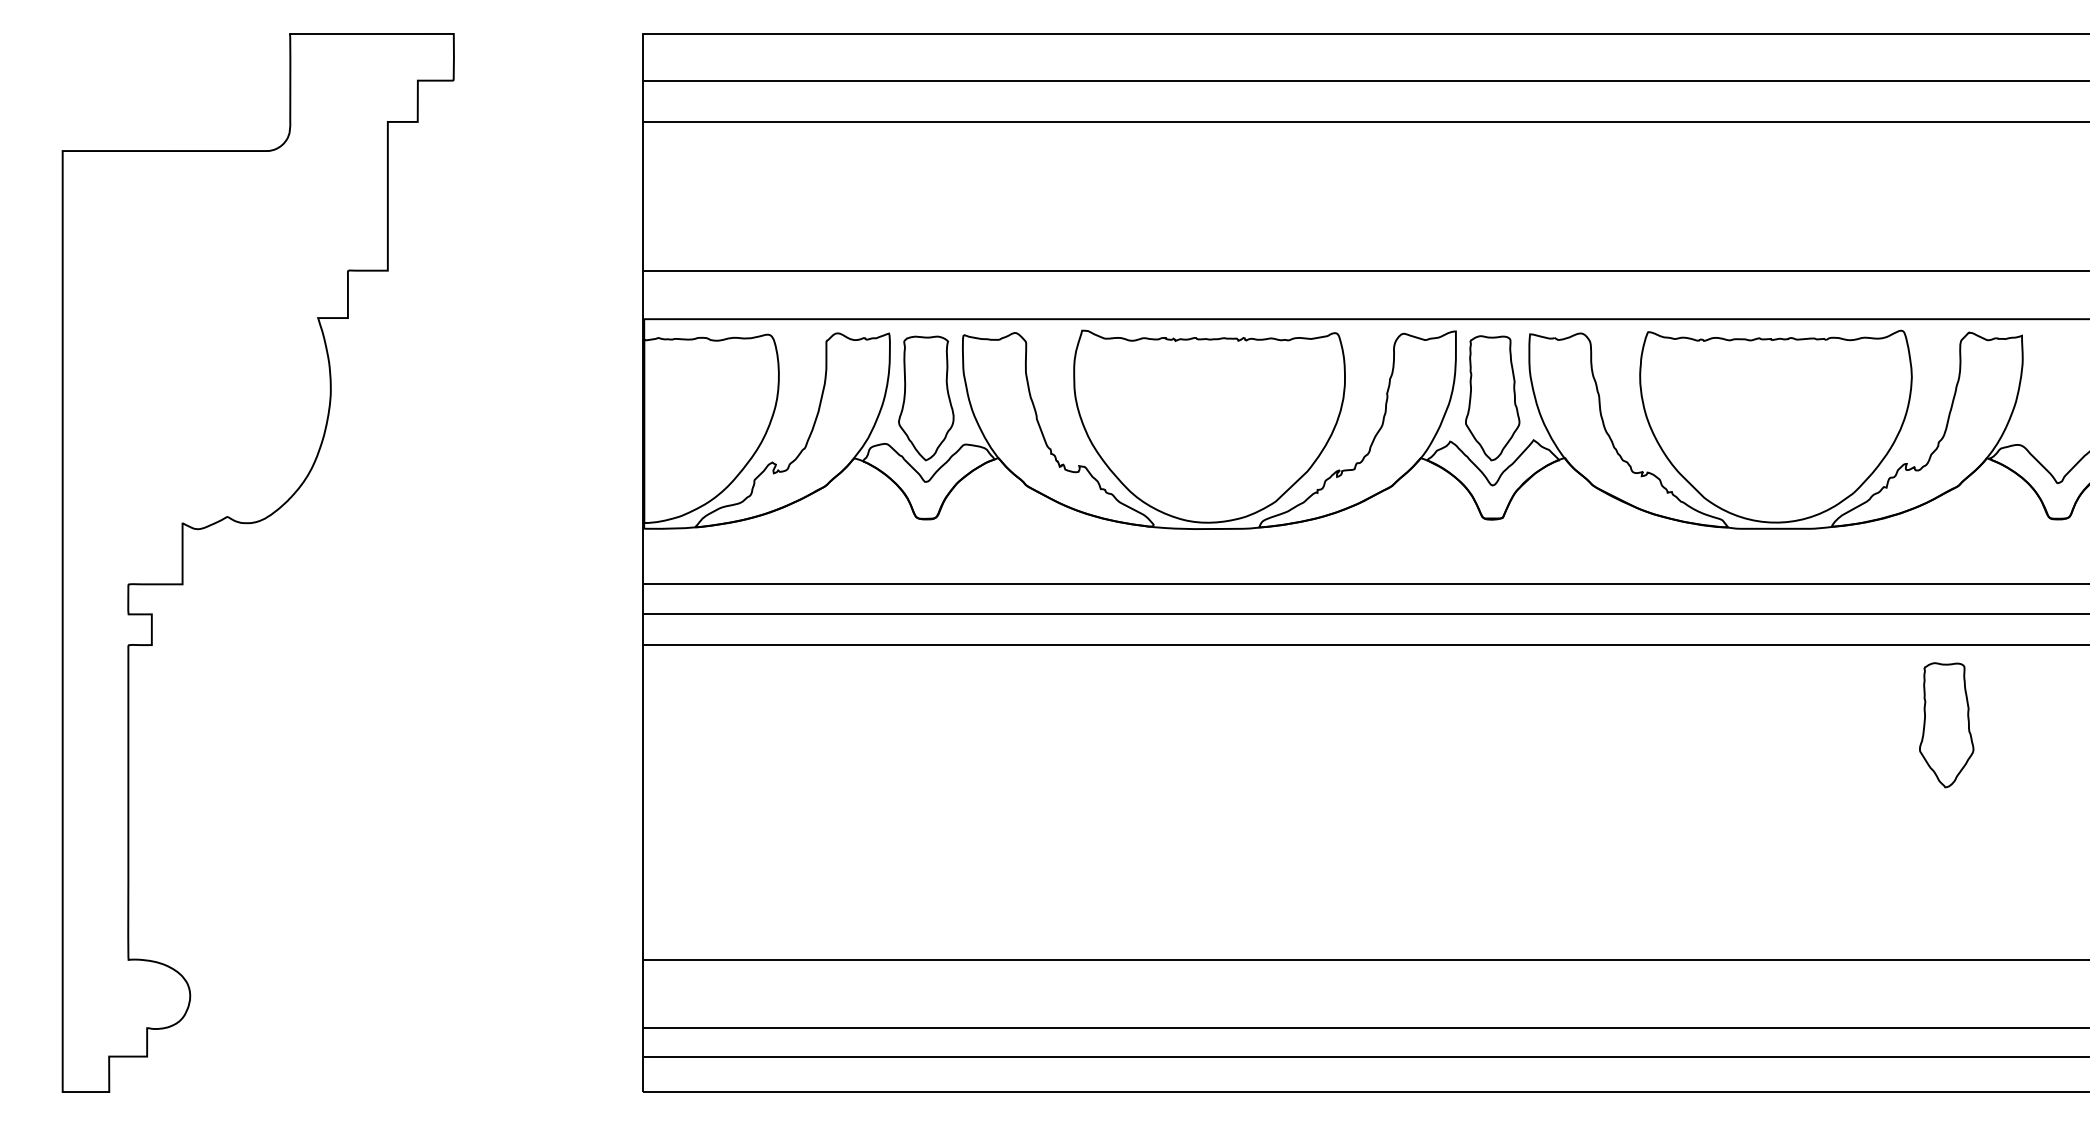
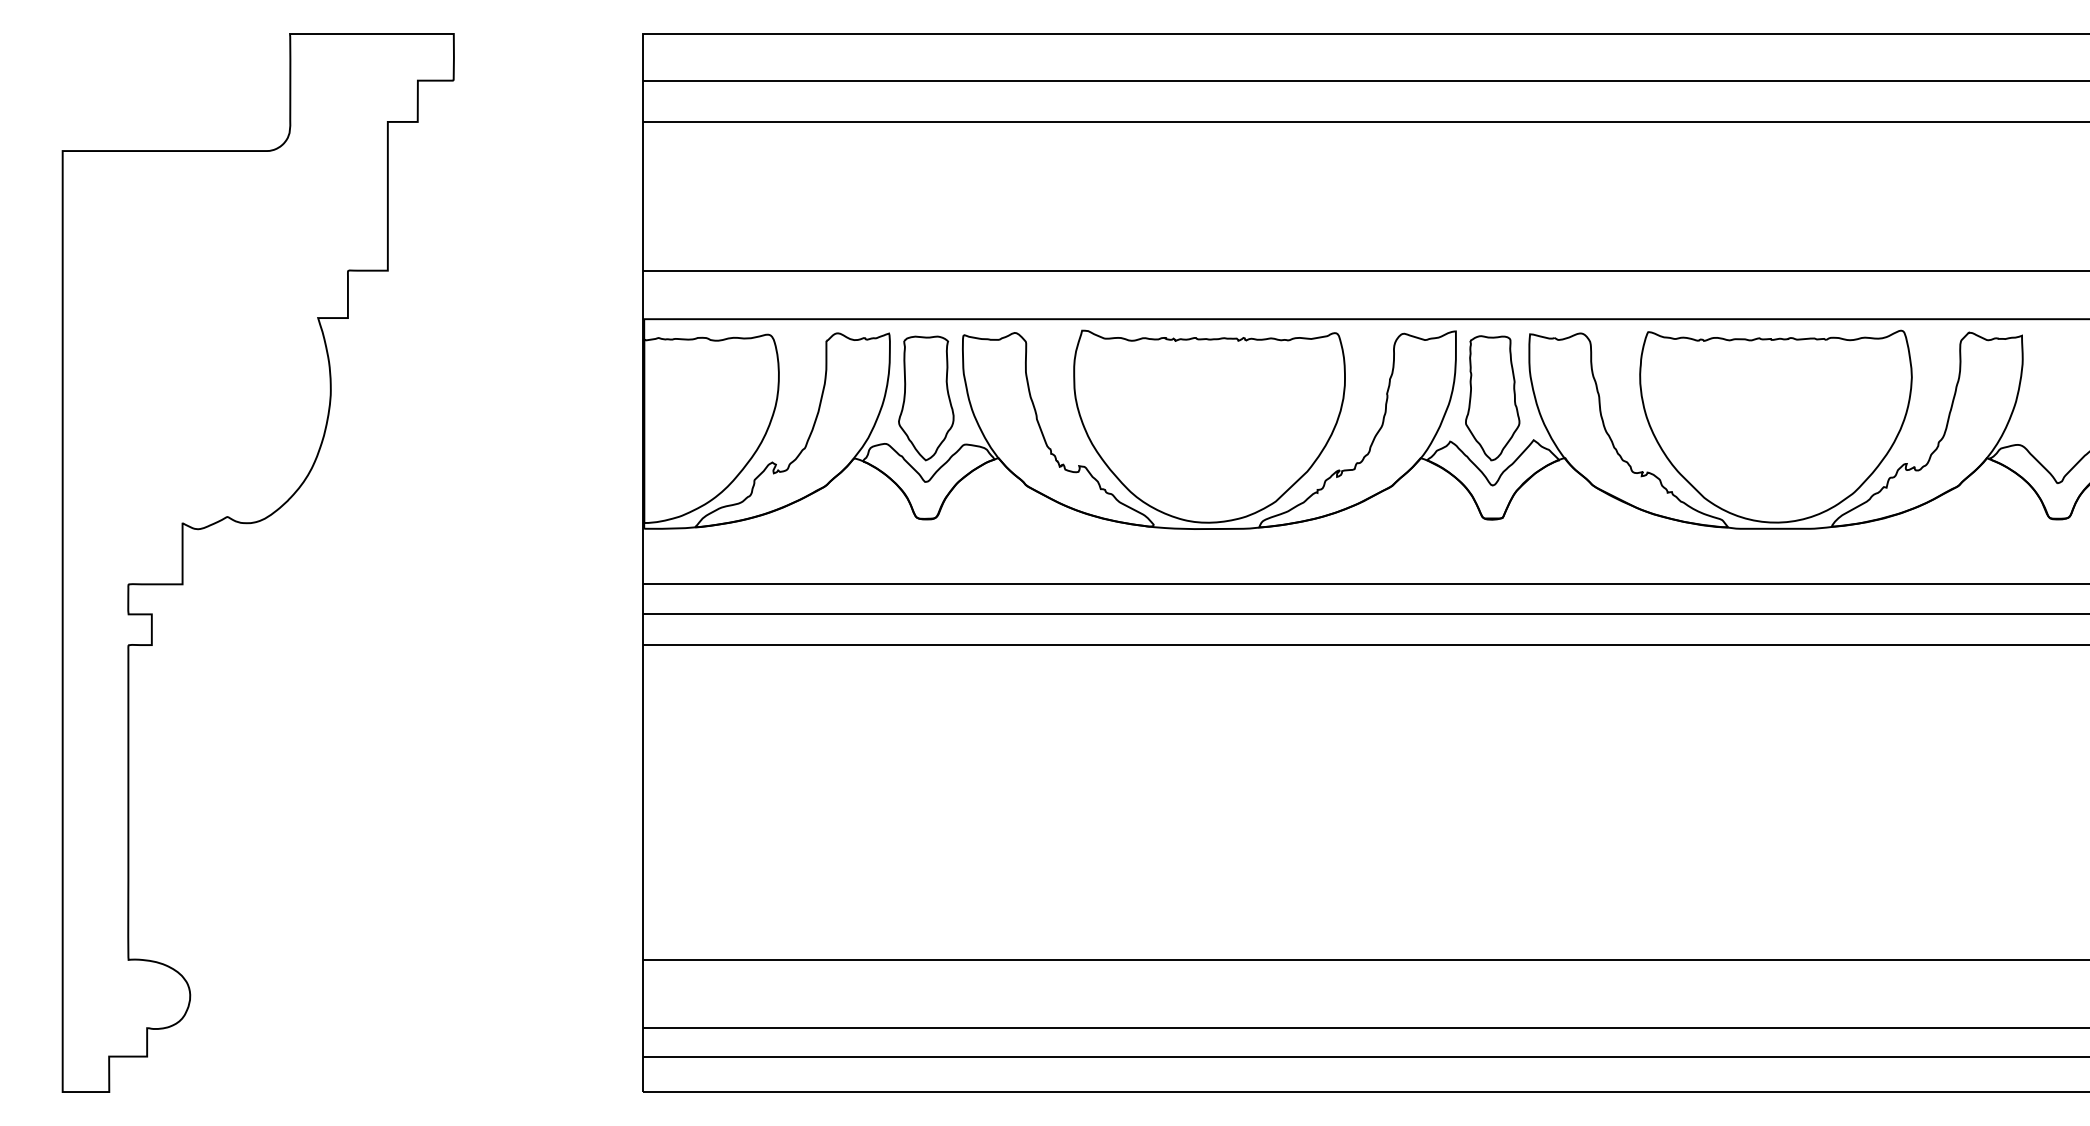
part at (1946, 725): present -> none
